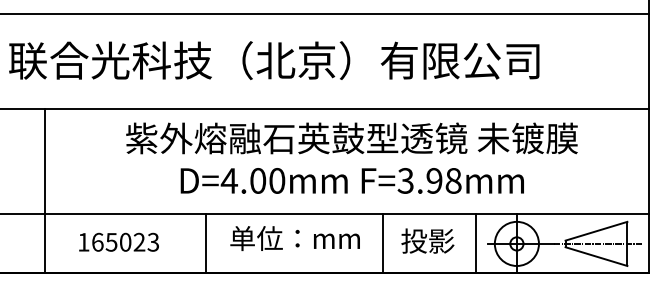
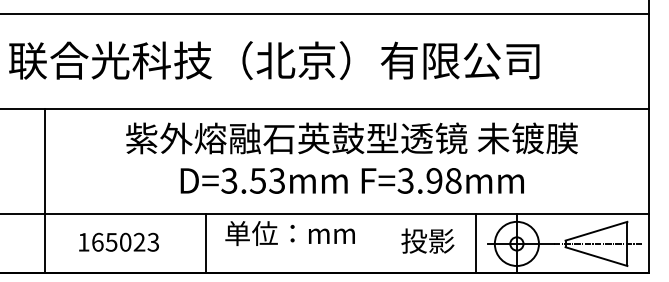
text at (252, 180): ^JD=4.00mm -> ^JD=3.53mm
text at (294, 238) position: (294, 238) -> (289, 233)
line at (383, 243): present -> none
